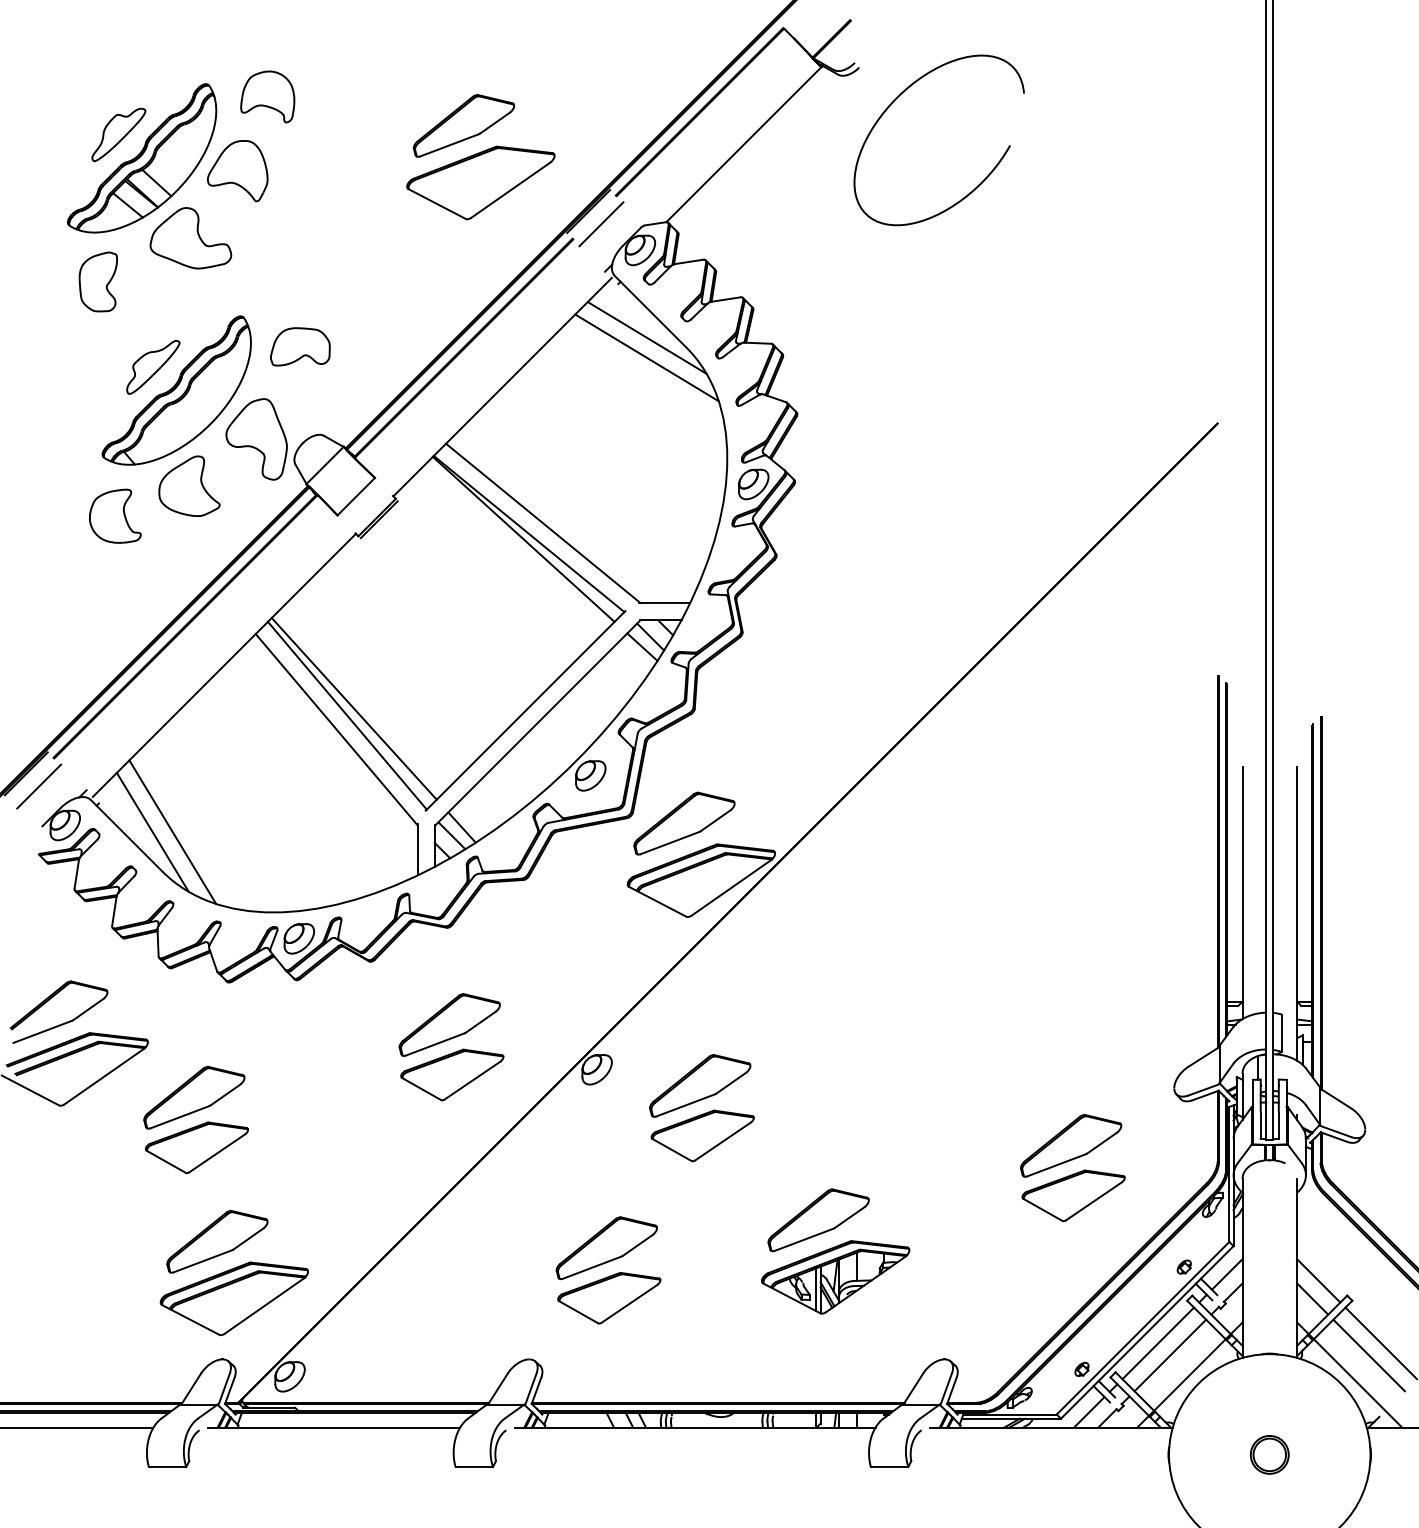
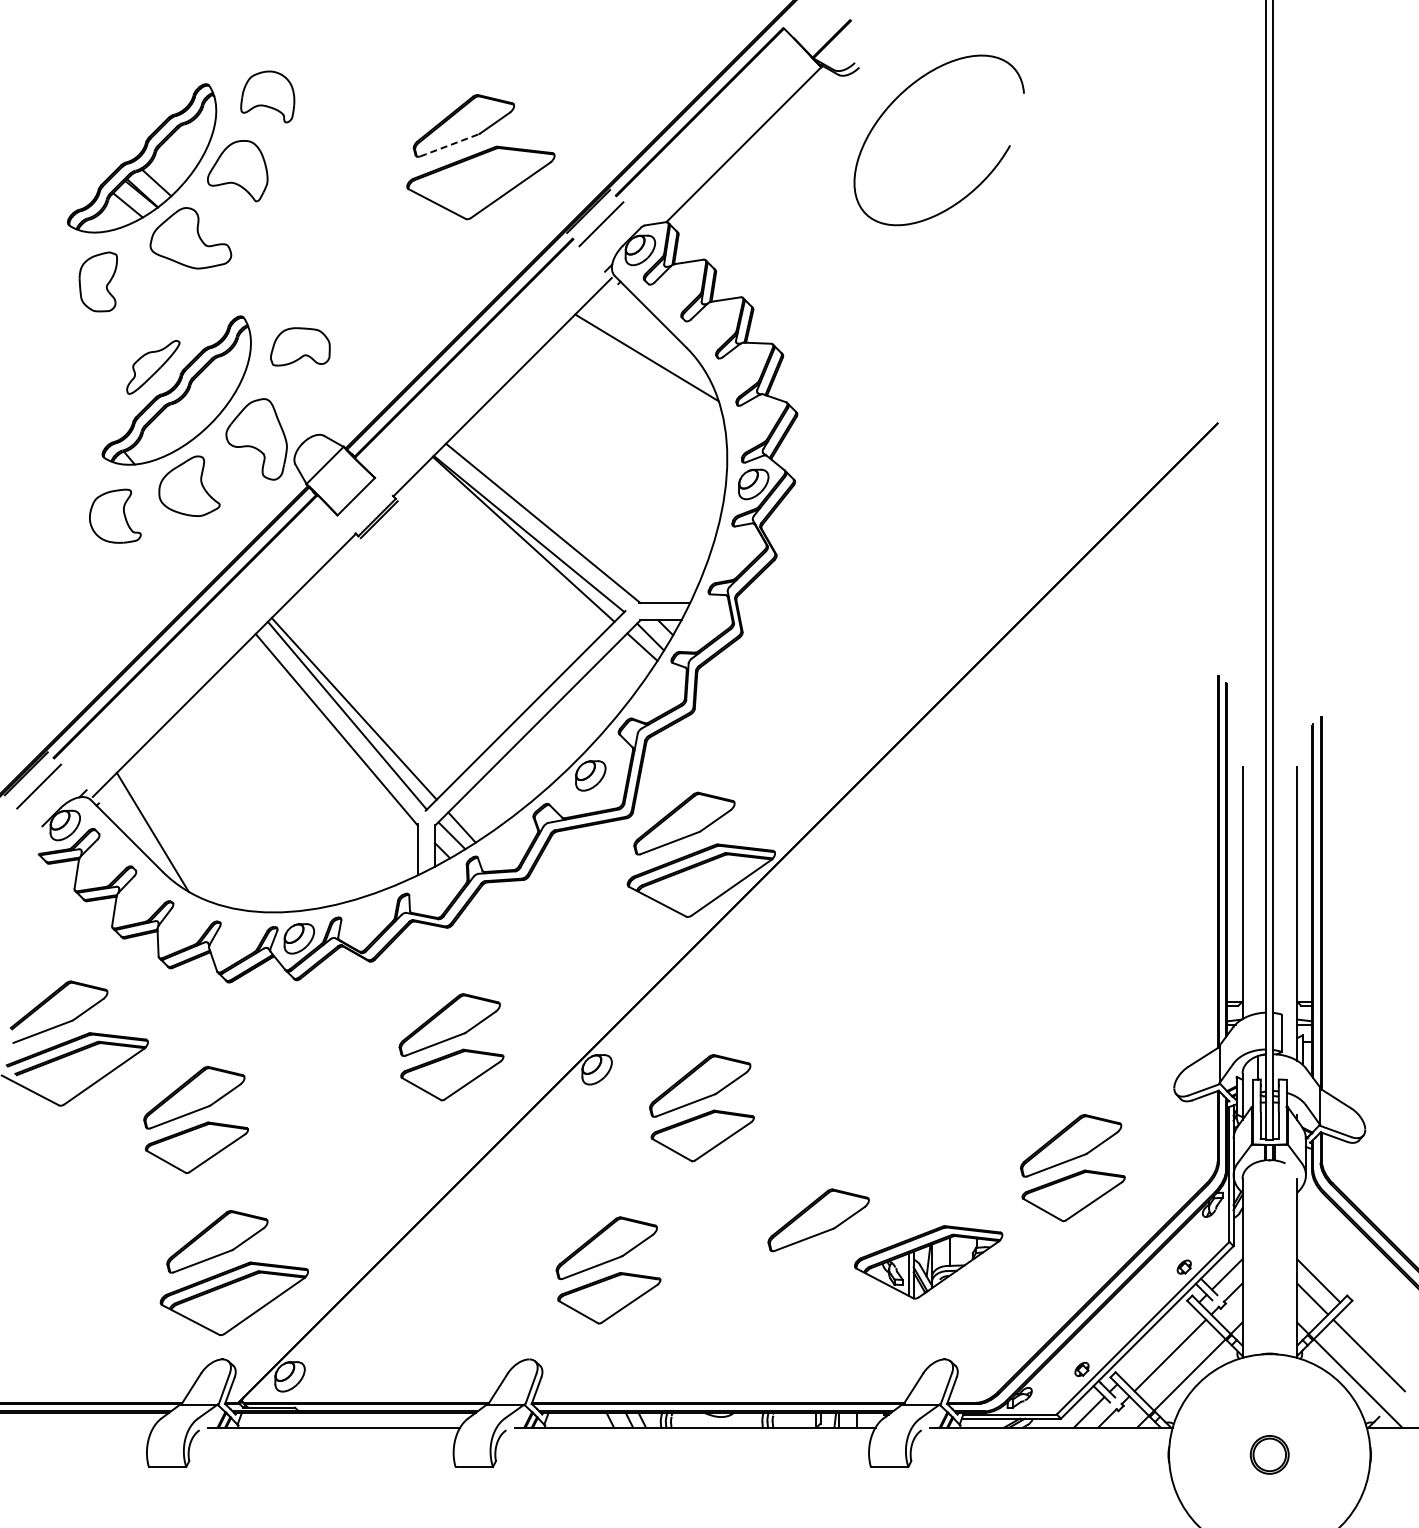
part at (118, 134): present -> none
line at (449, 145): solid -> dashed
line at (646, 337): present -> none
line at (172, 831): present -> none
part at (835, 1277) position: (835, 1277) -> (928, 1262)
line at (1380, 1342): present -> none
line at (1158, 1343): present -> none
line at (77, 1427): present -> none
